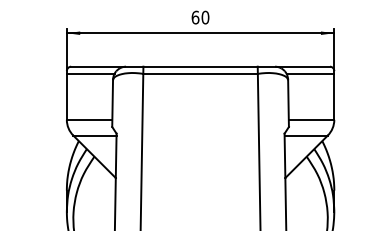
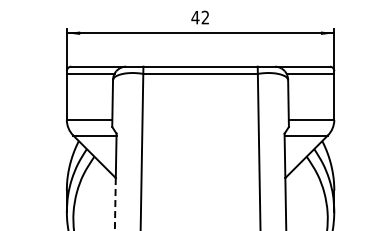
text at (200, 17): 60 -> 42
line at (115, 204): solid -> dashed
